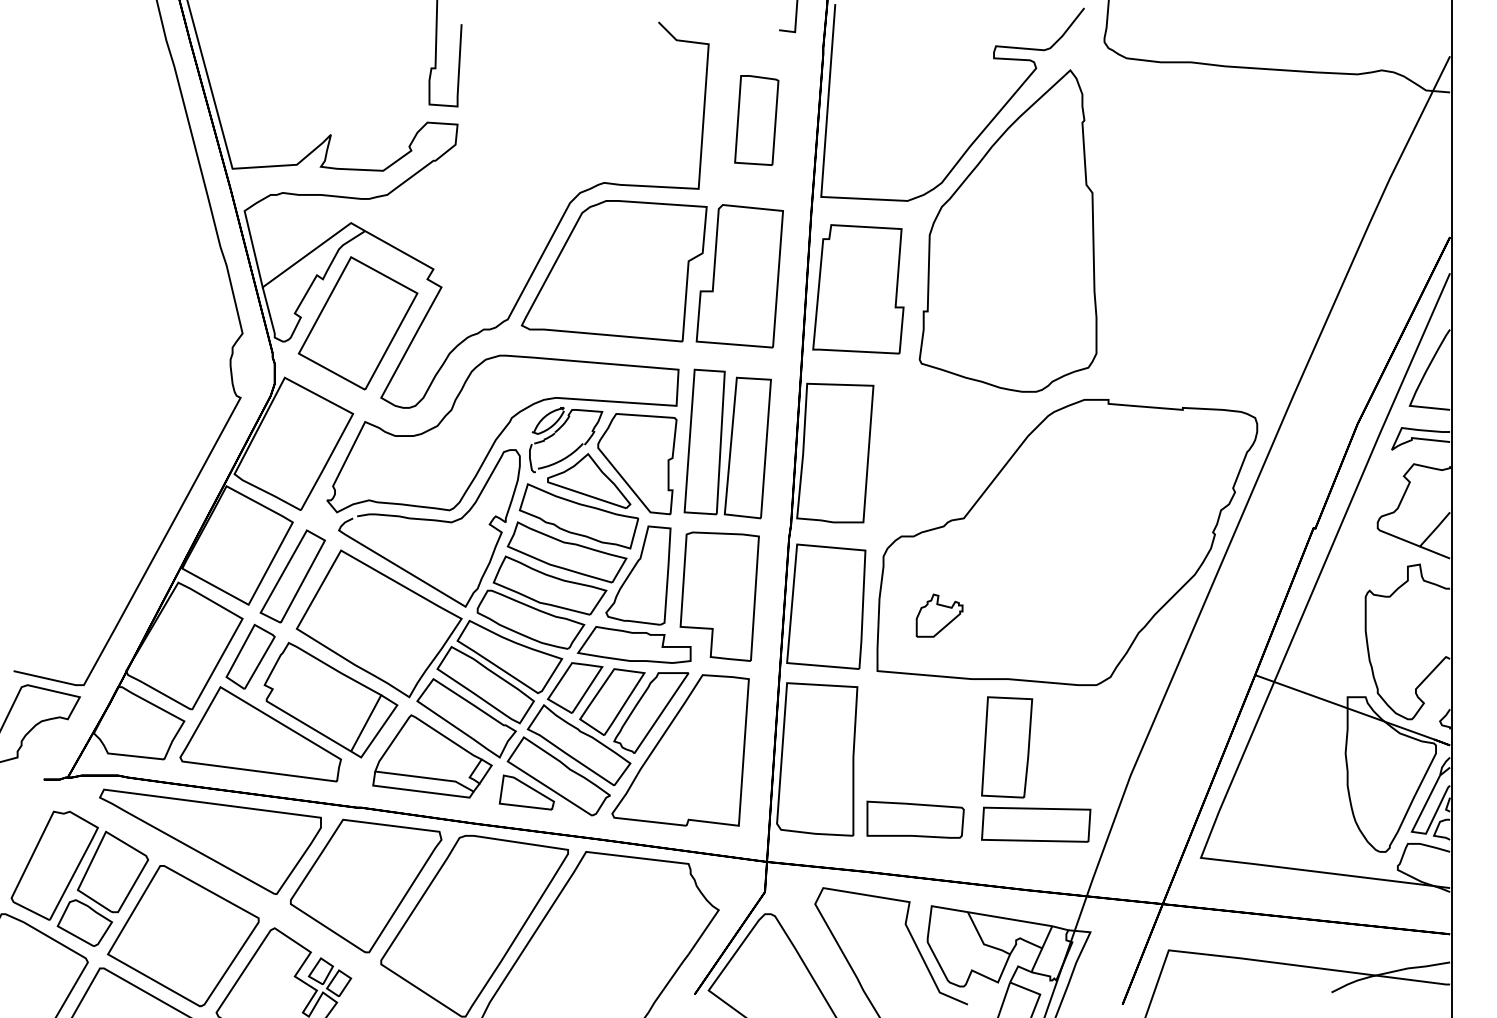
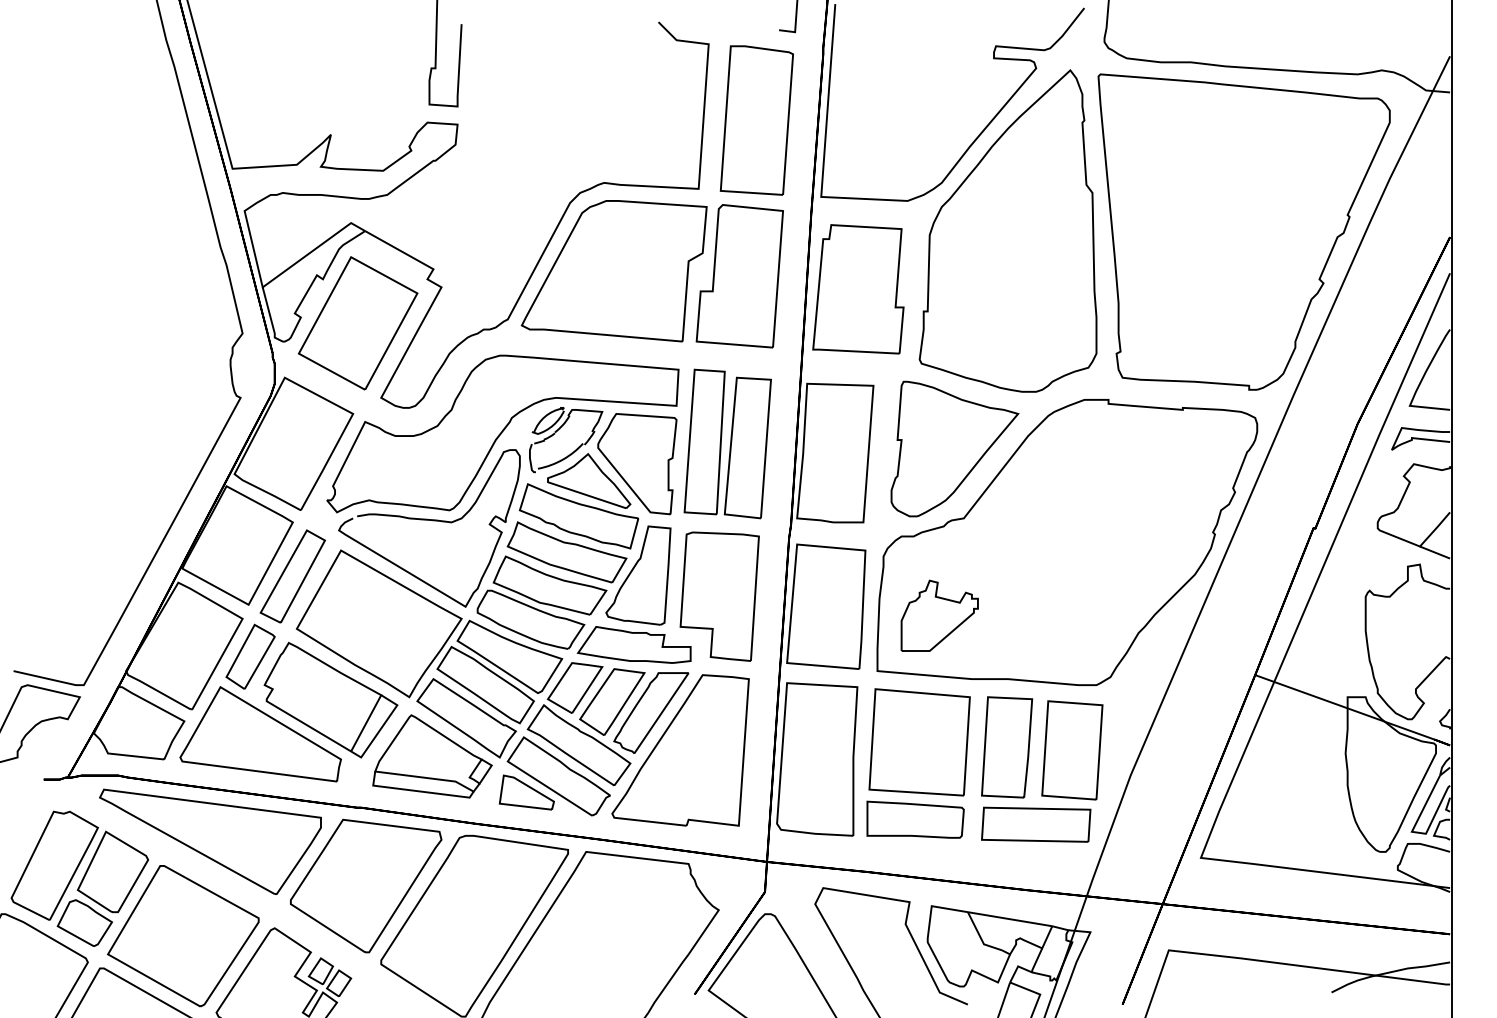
part at (756, 120) size: 46x91 px -> 75x151 px
part at (1243, 231): none -> present
part at (954, 448): none -> present
part at (939, 615) size: 49x45 px -> 79x73 px
part at (919, 742): none -> present
part at (1072, 750): none -> present
